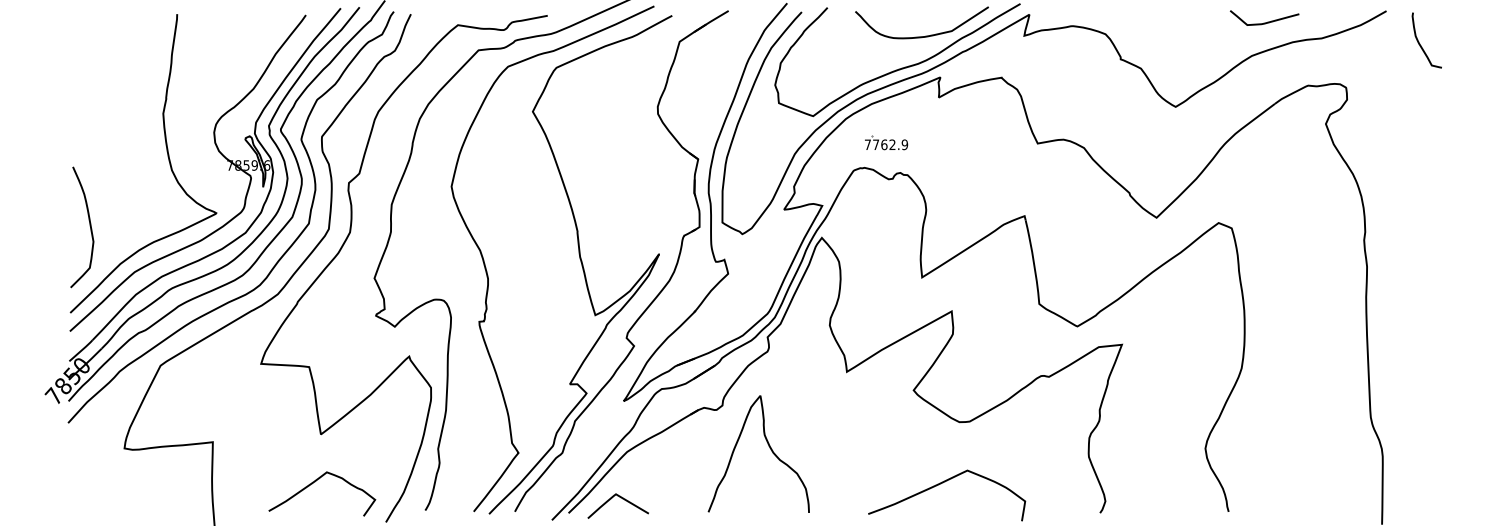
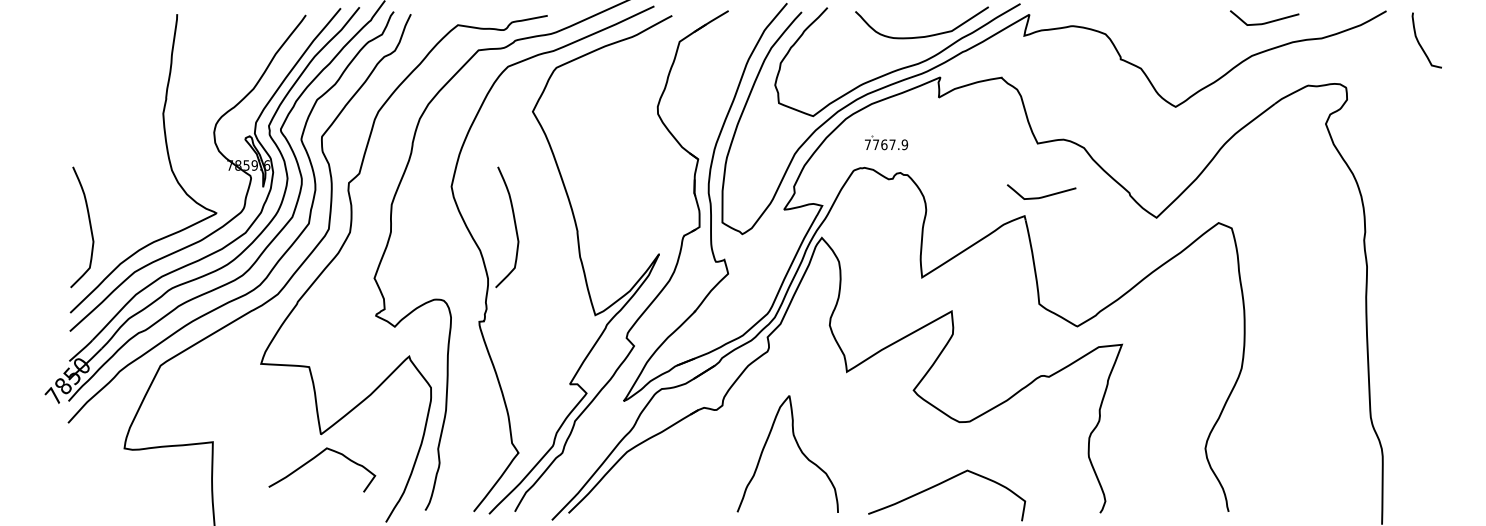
text at (892, 144): 7762.9 -> 7767.9
curve at (1044, 195): none -> present
curve at (514, 226): none -> present
curve at (769, 448) position: (769, 448) -> (798, 448)
curve at (315, 482) position: (315, 482) -> (315, 458)
curve at (622, 499): present -> none
